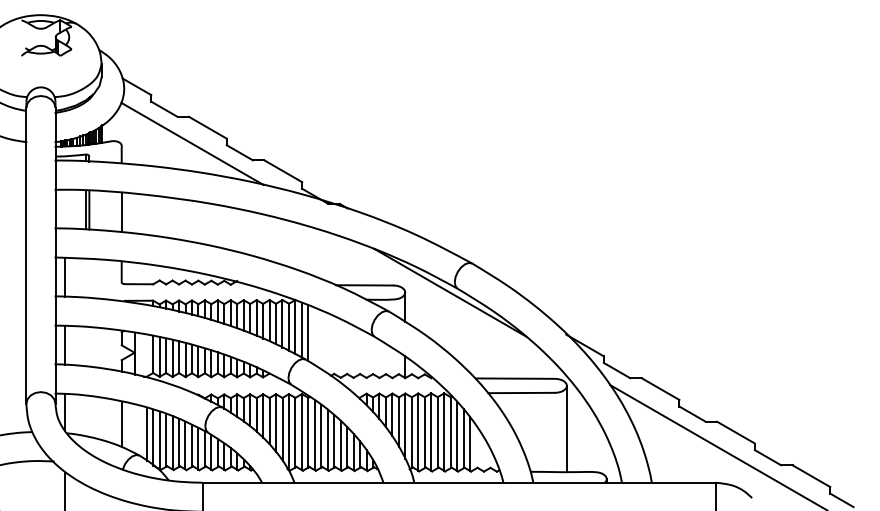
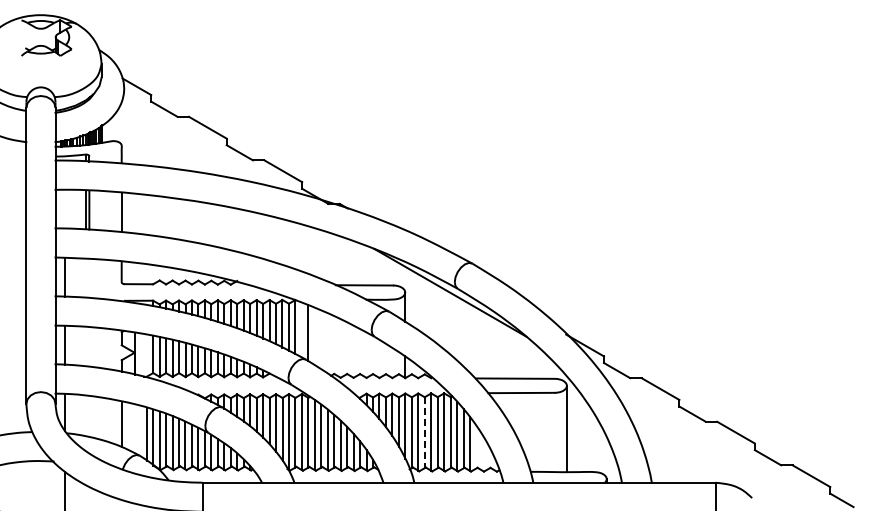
line at (192, 143): present -> none
line at (301, 330): present -> none
line at (424, 433): solid -> dashed
line at (716, 446): present -> none
